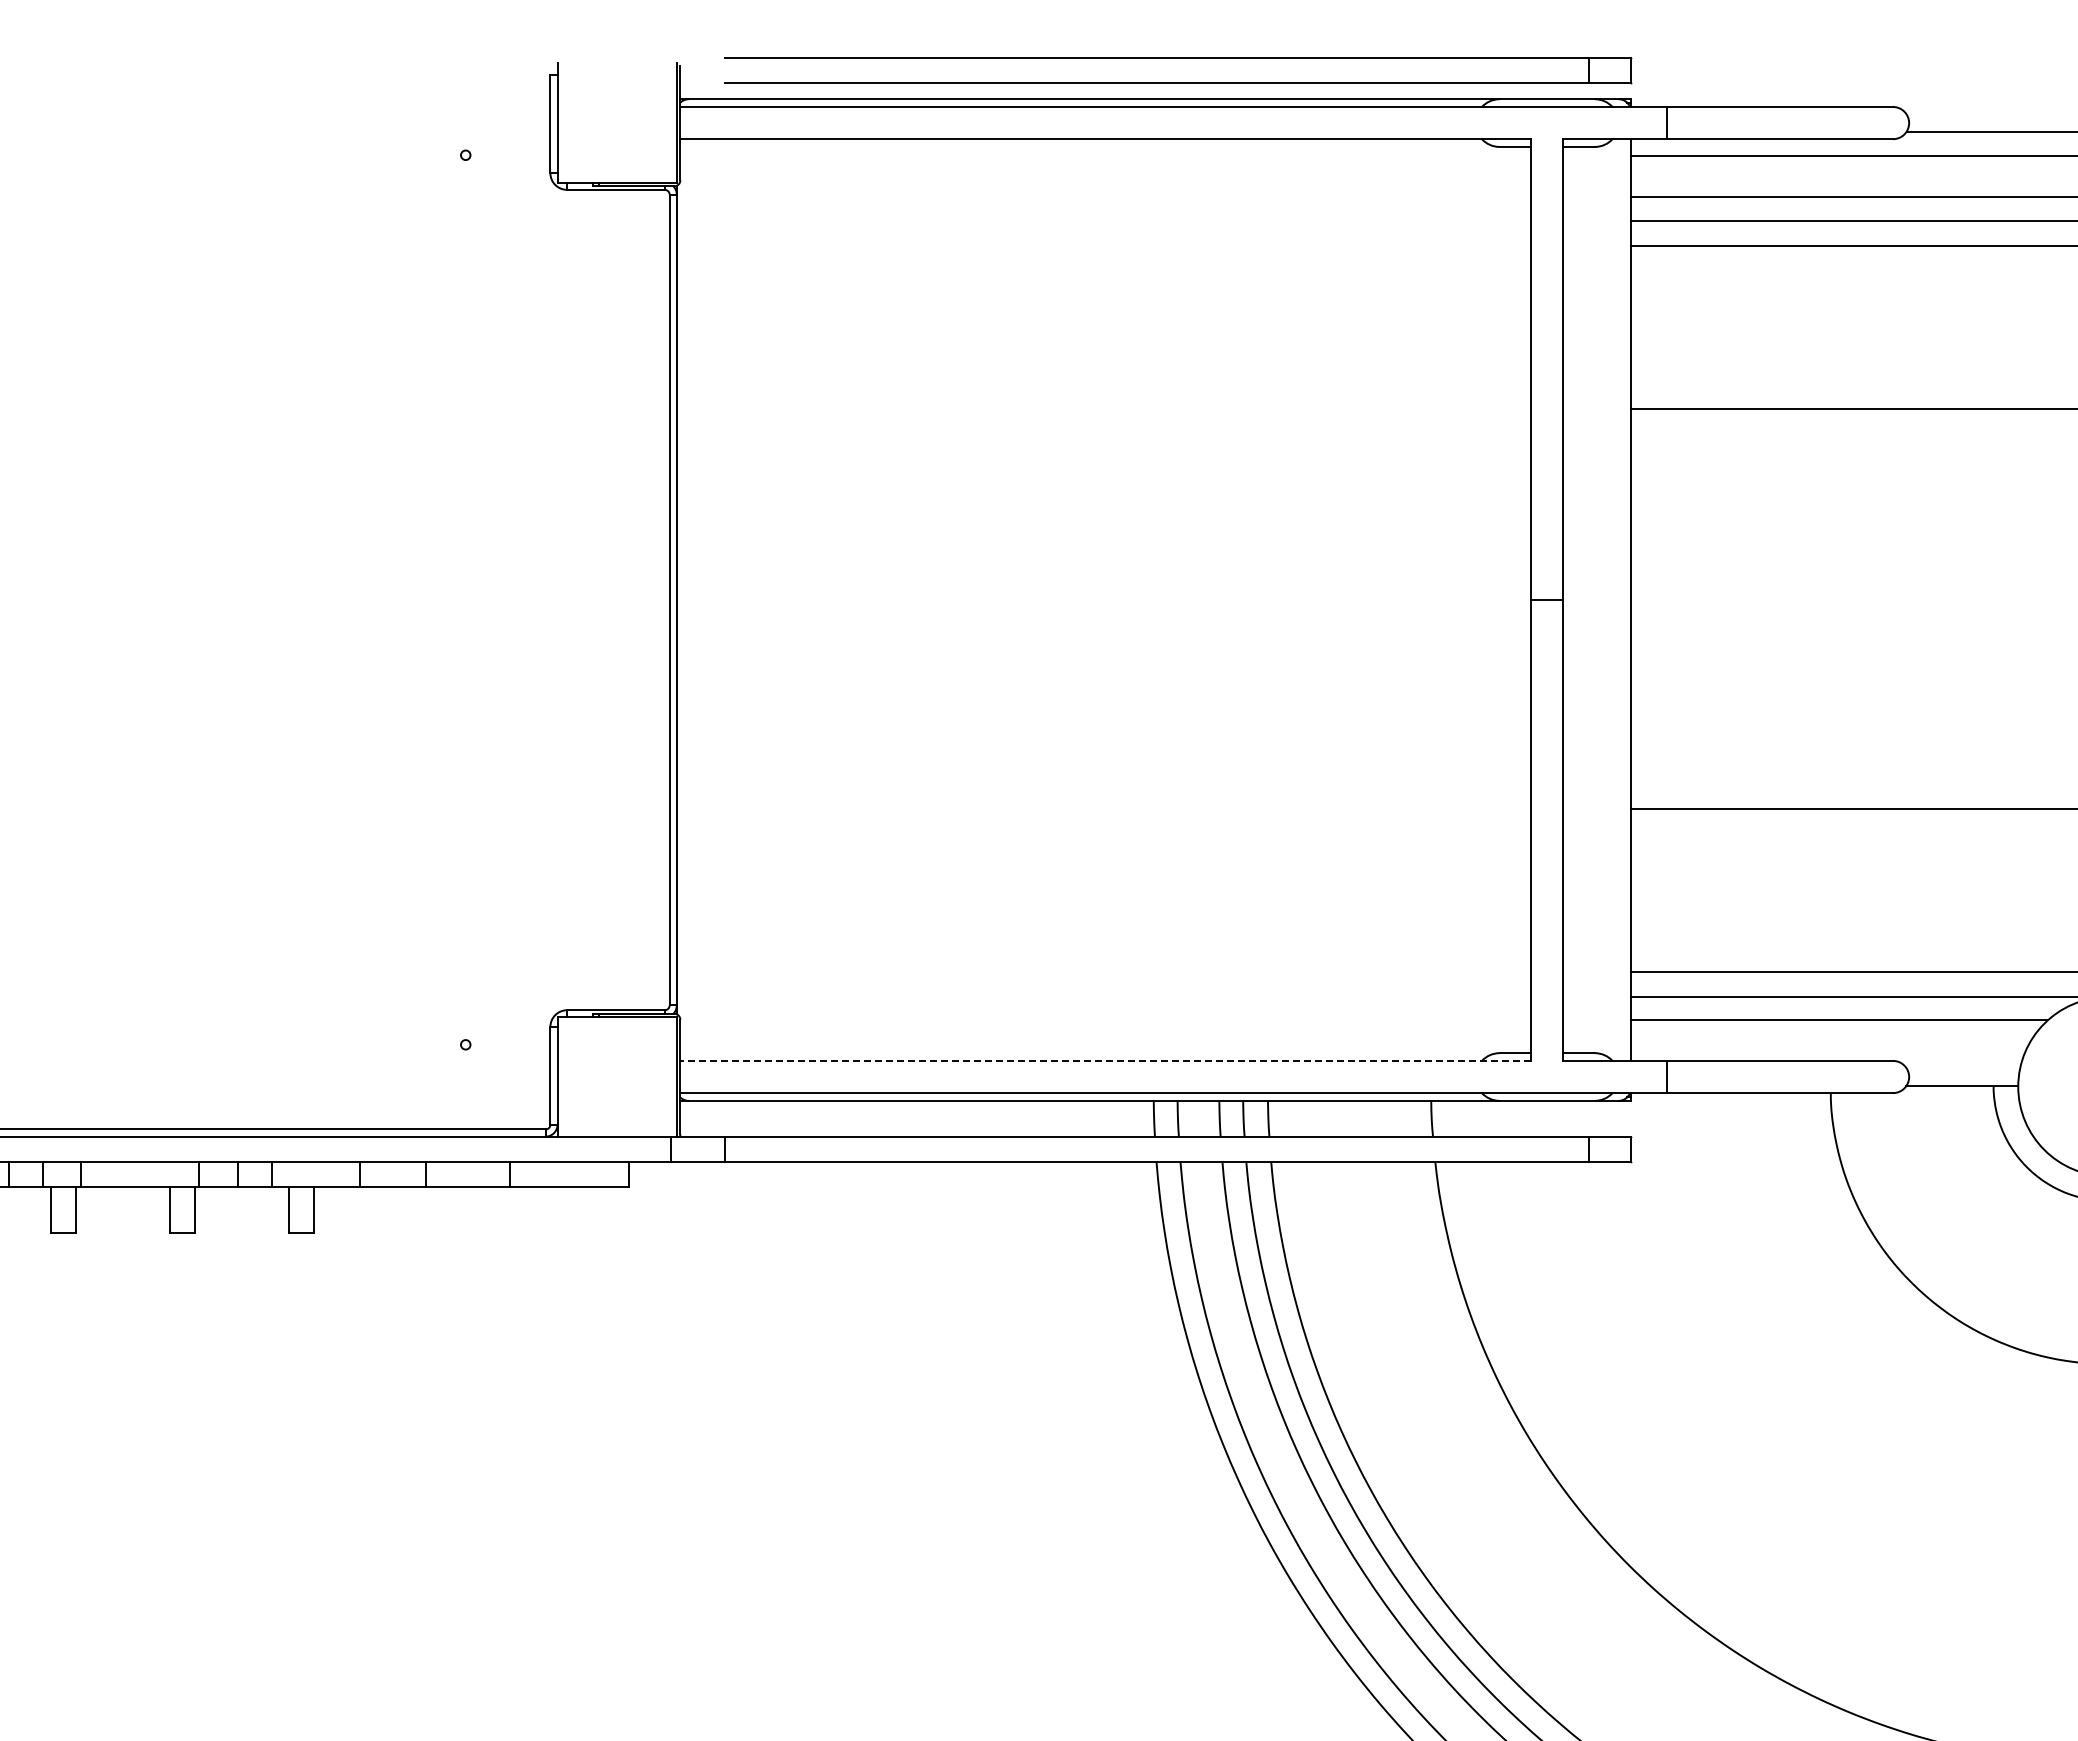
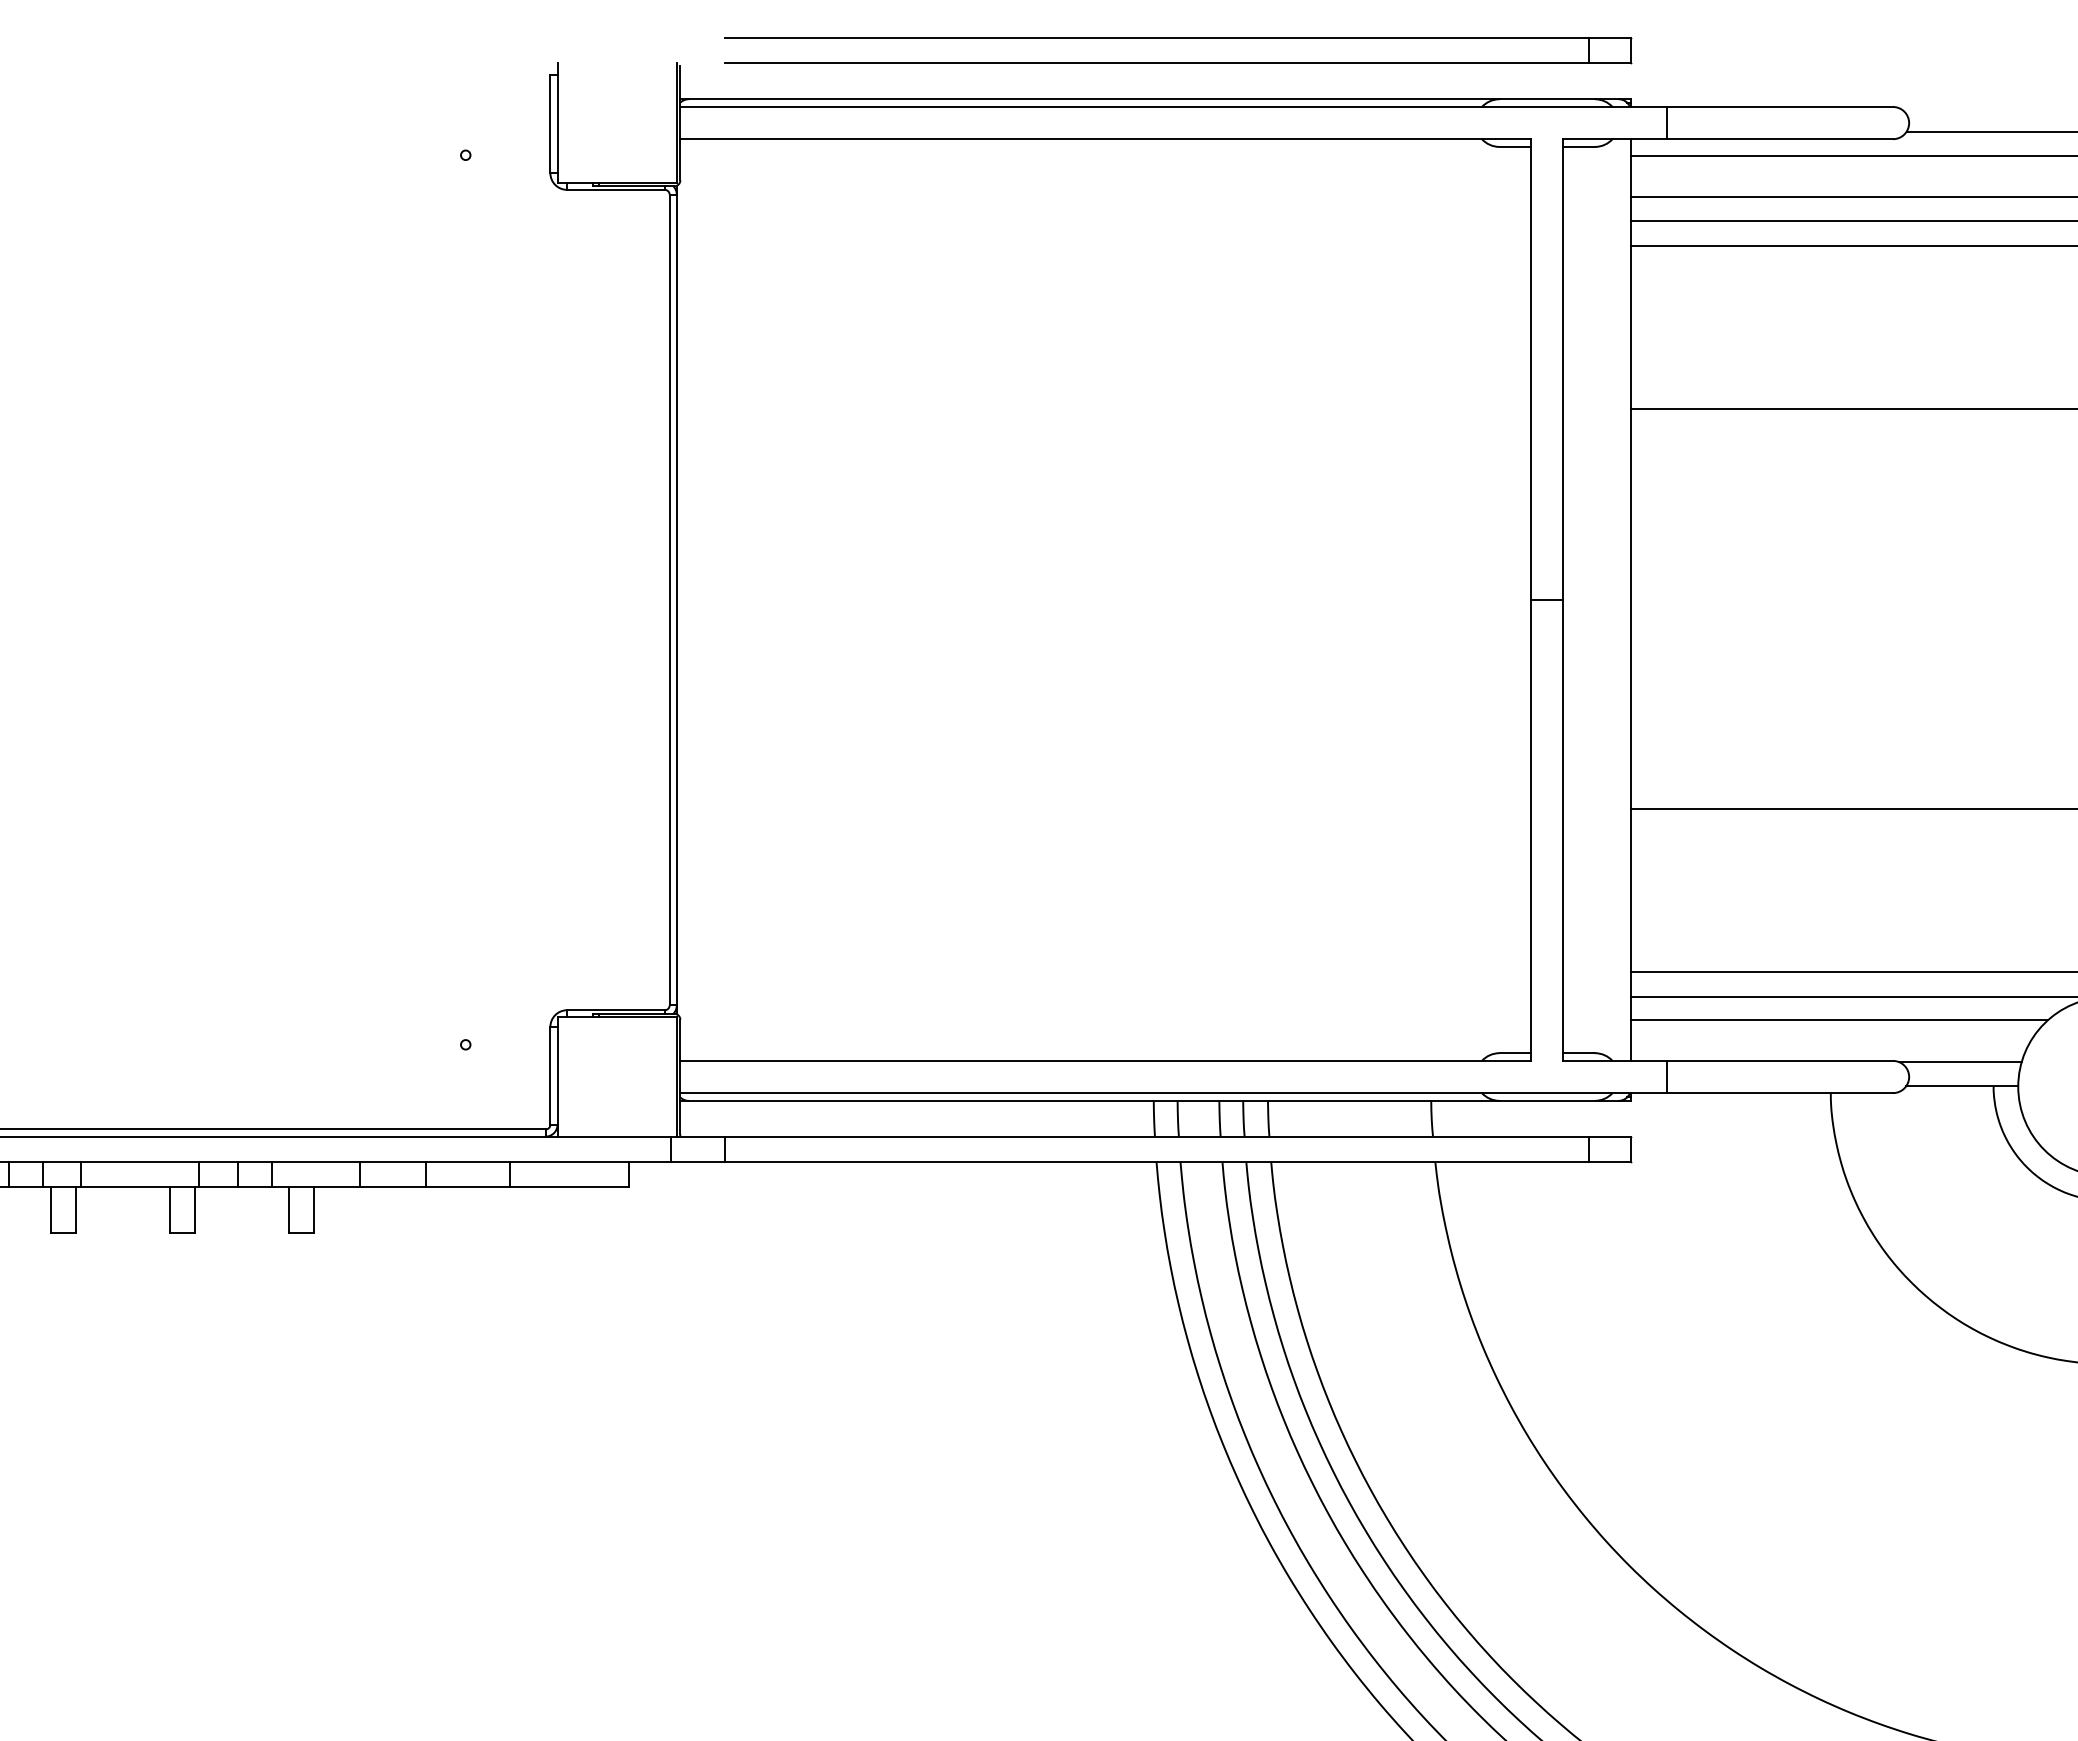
part at (1178, 58) position: (1178, 58) -> (1178, 38)
line at (1105, 1061): dashed -> solid
line at (1960, 1062): none -> present
